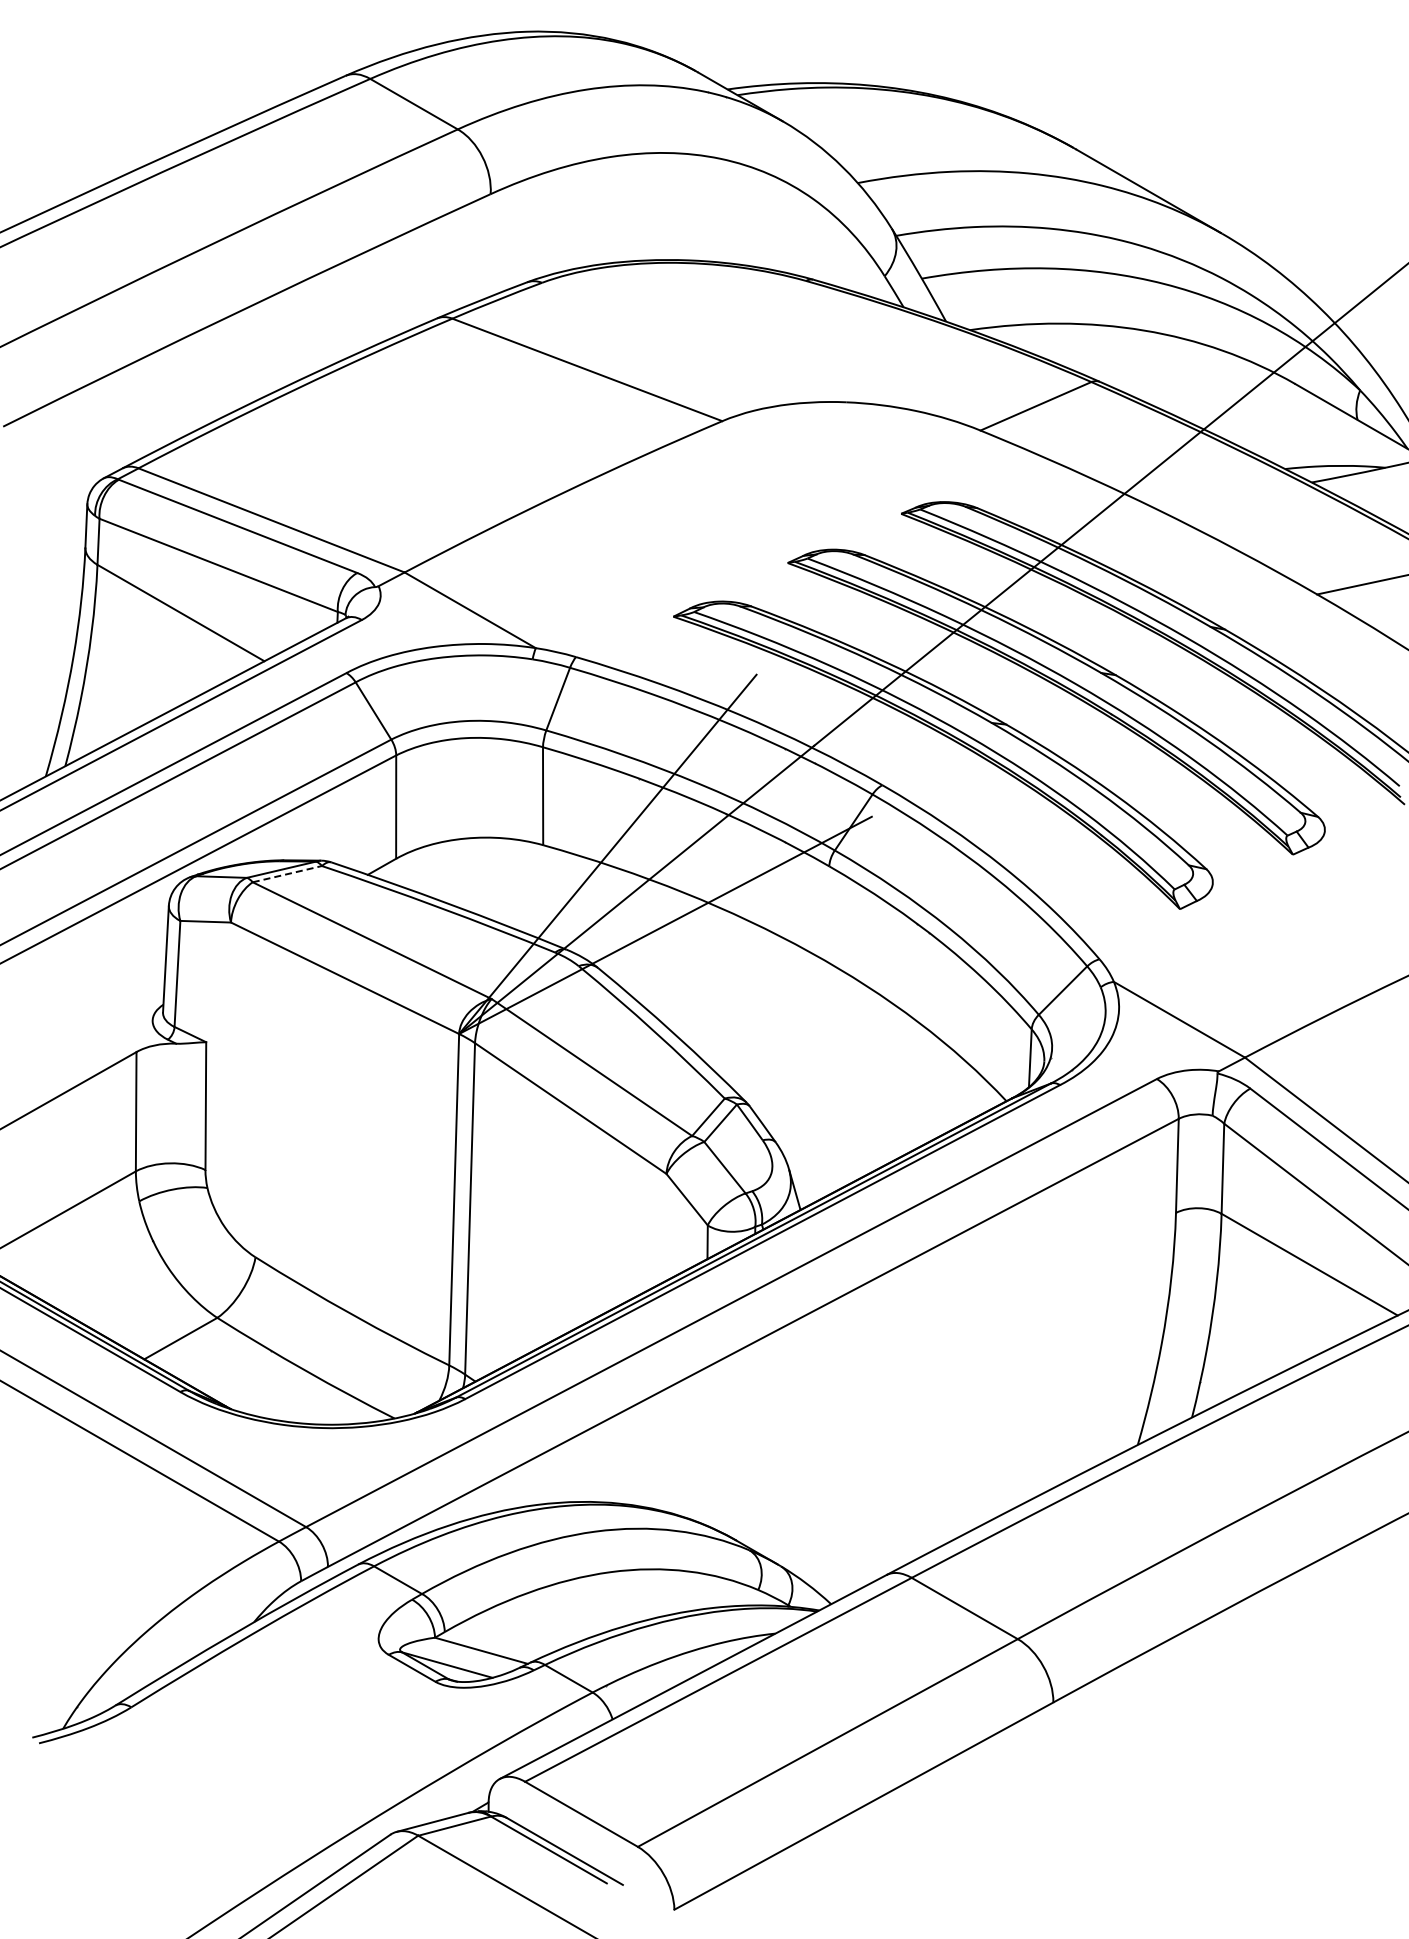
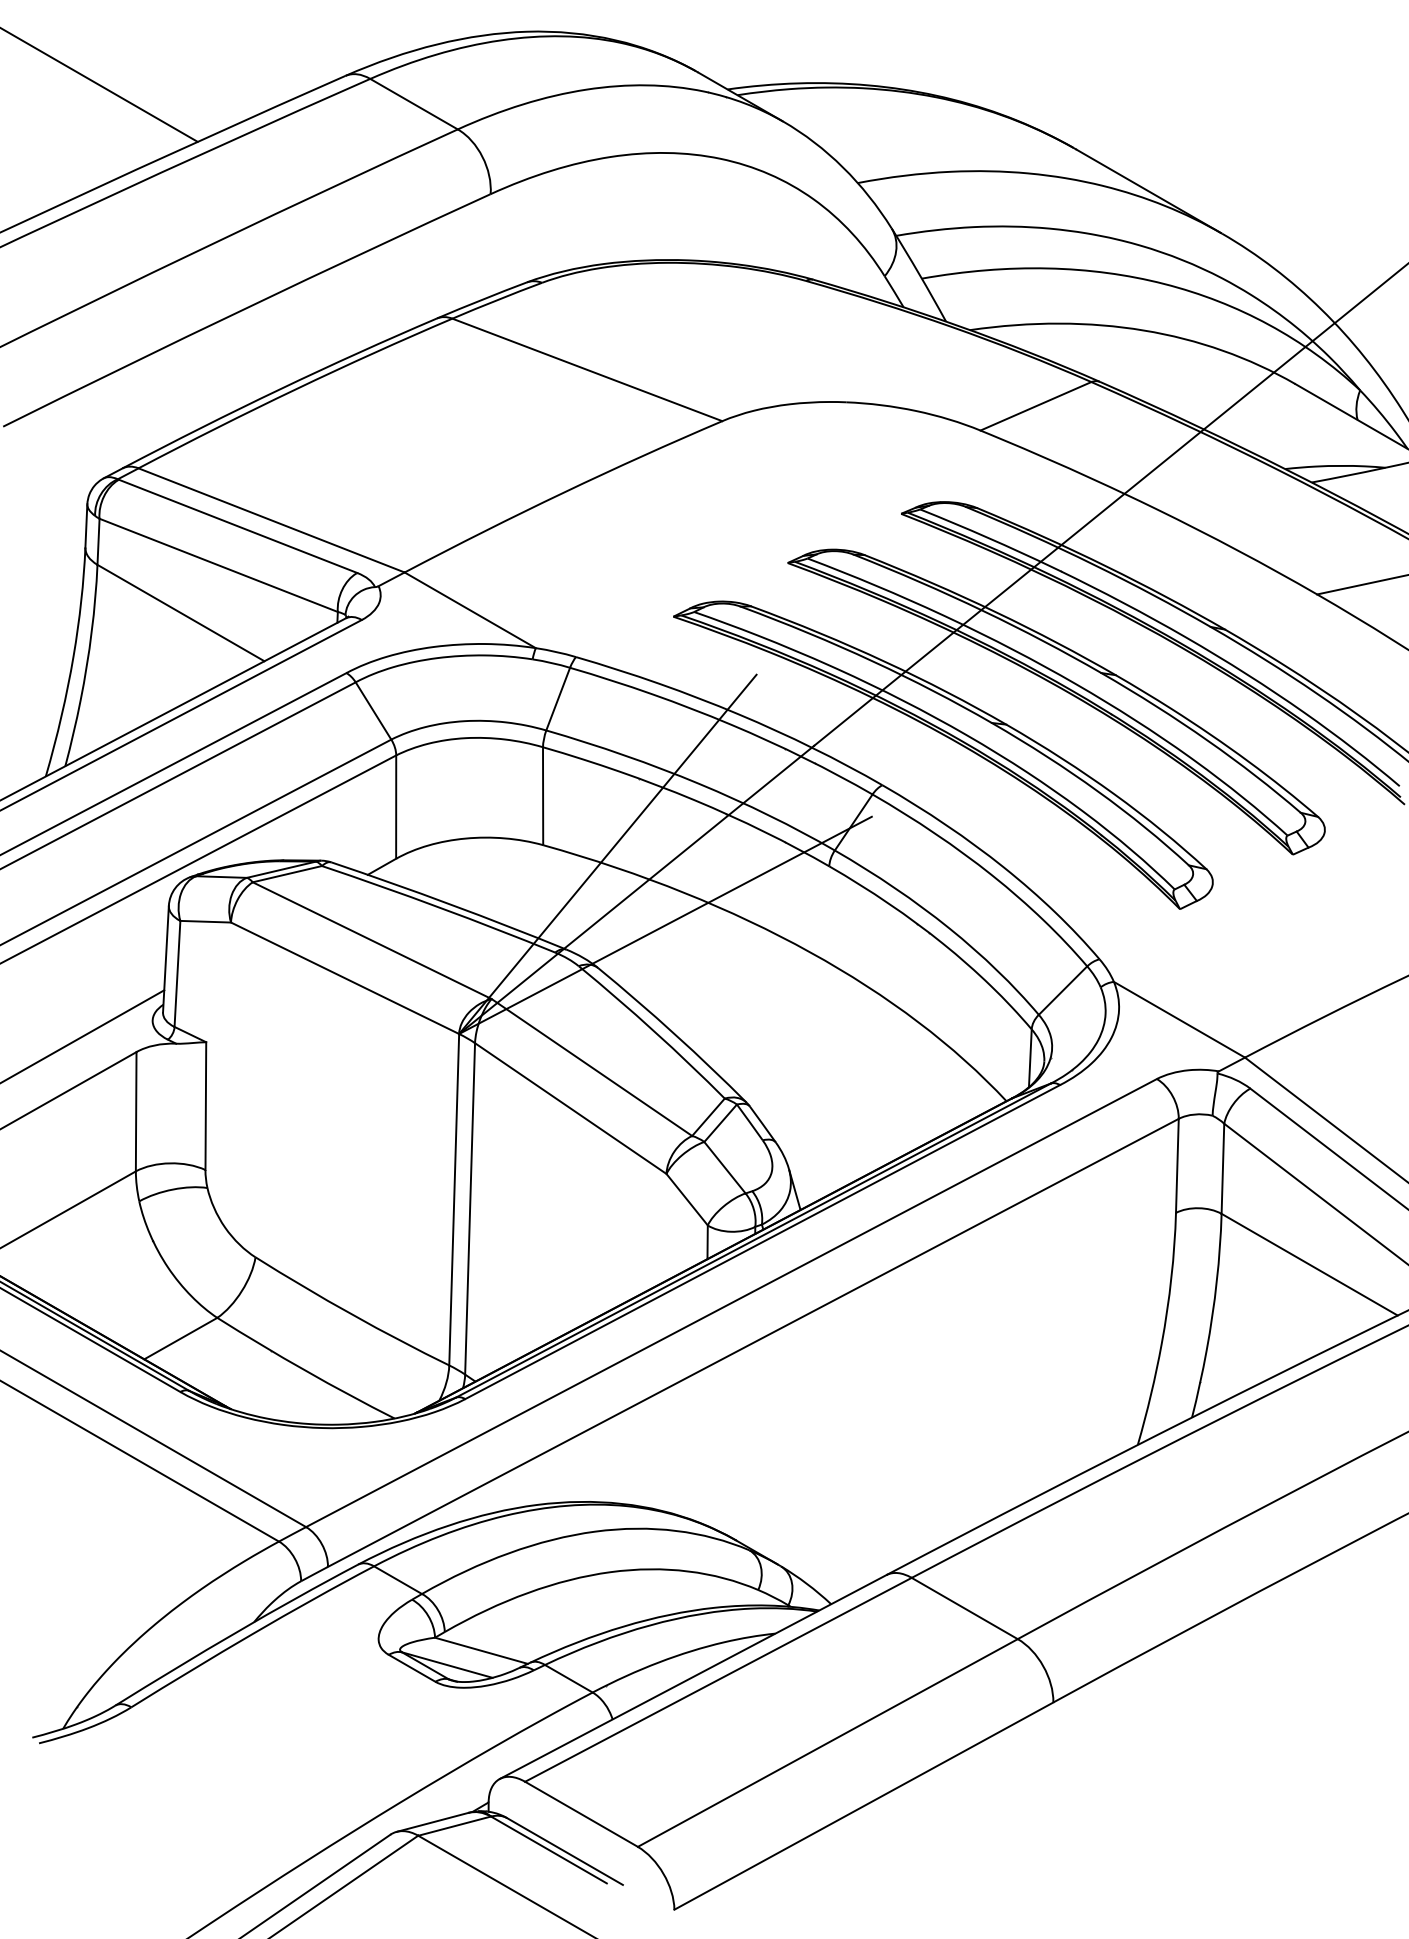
line at (99, 85): none -> present
line at (287, 874): dashed -> solid
line at (83, 1036): none -> present
